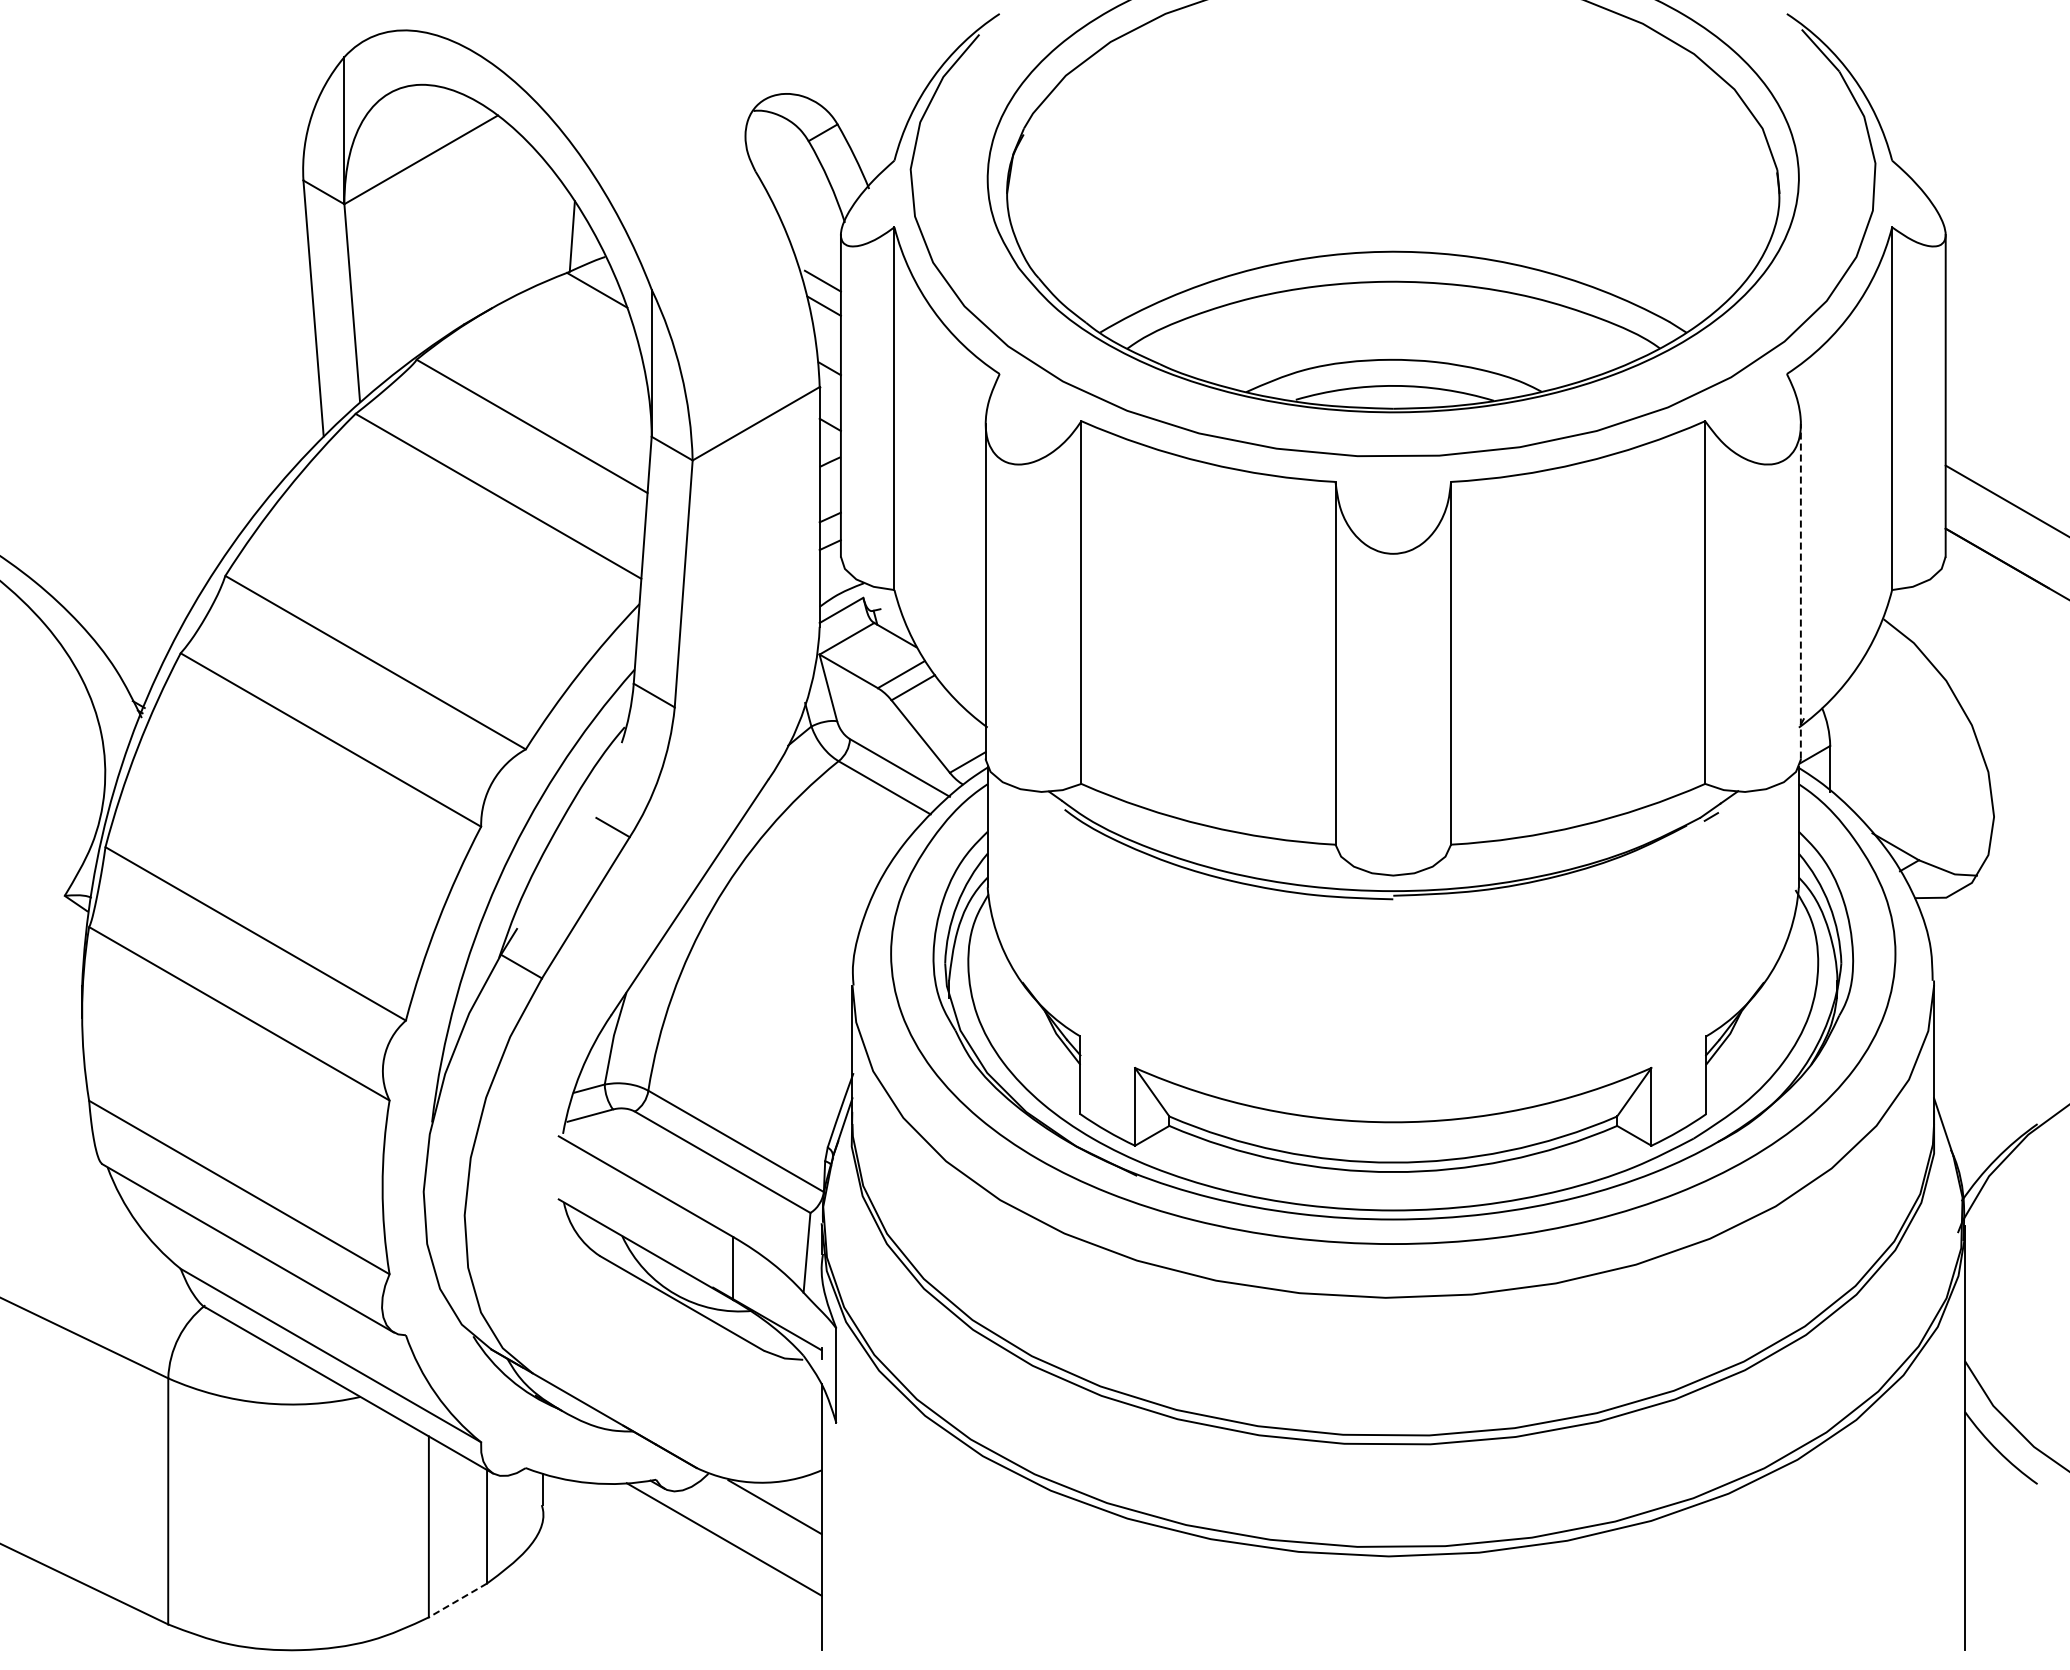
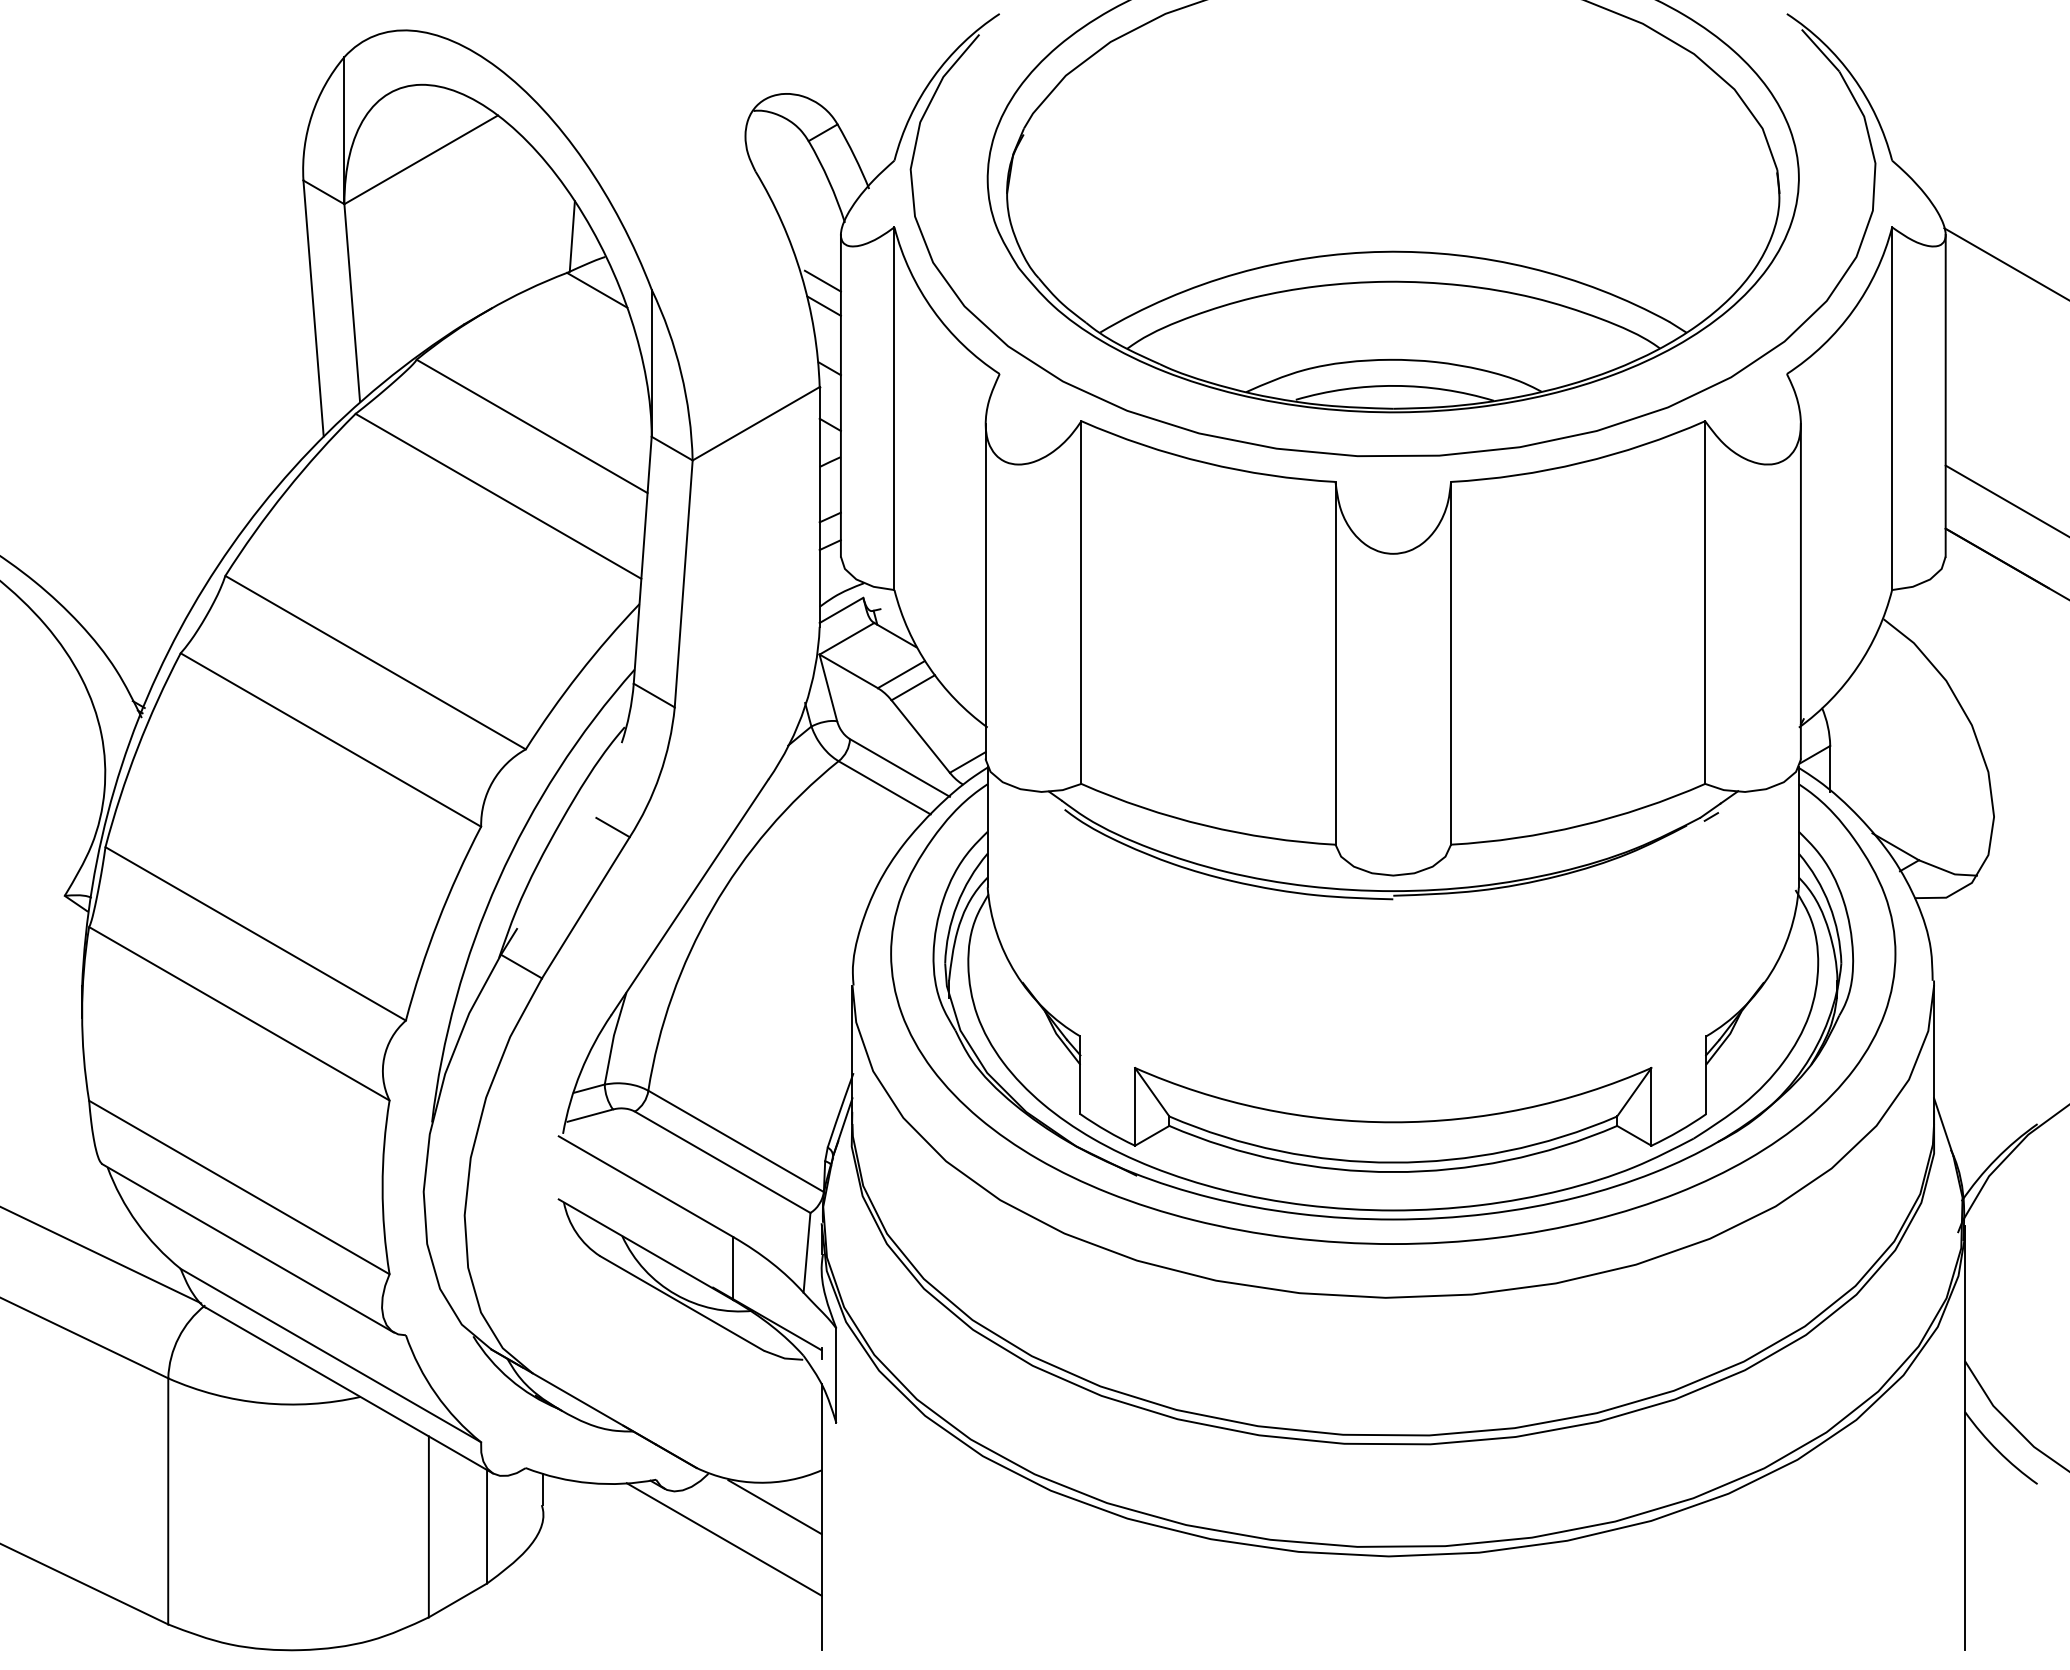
line at (2005, 263): none -> present
line at (1800, 590): dashed -> solid
line at (101, 1255): none -> present
line at (457, 1600): dashed -> solid
